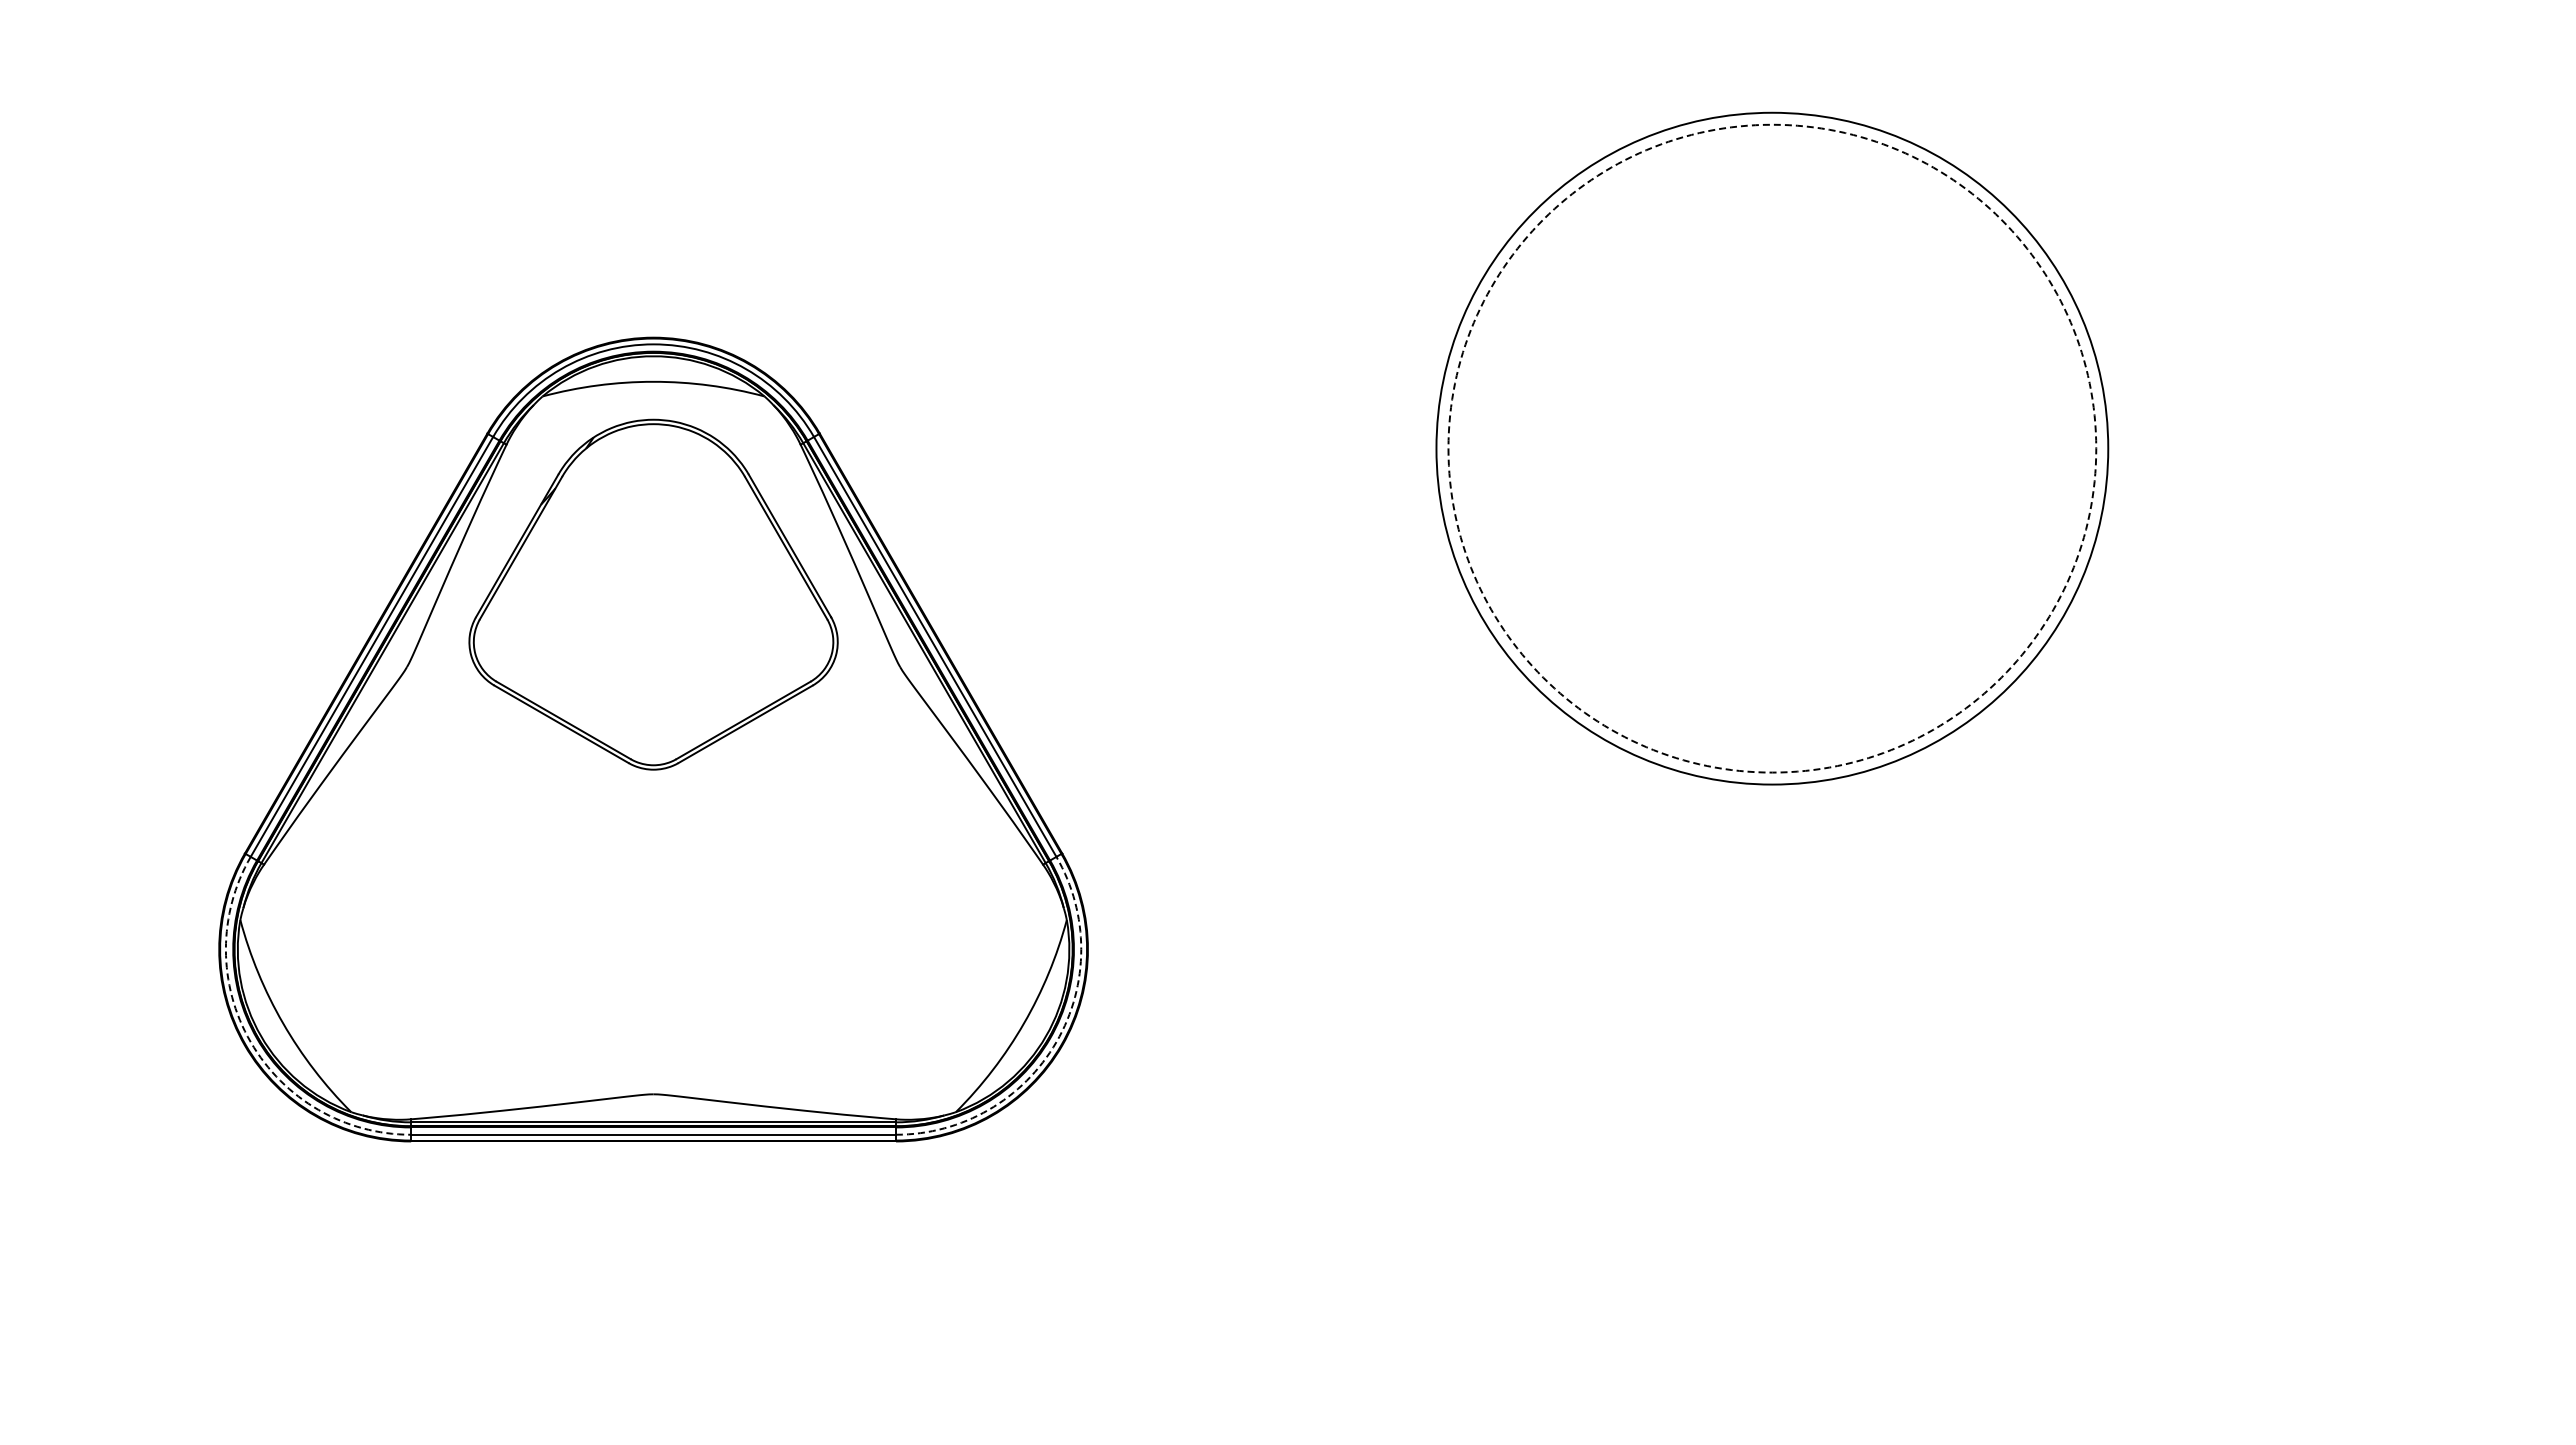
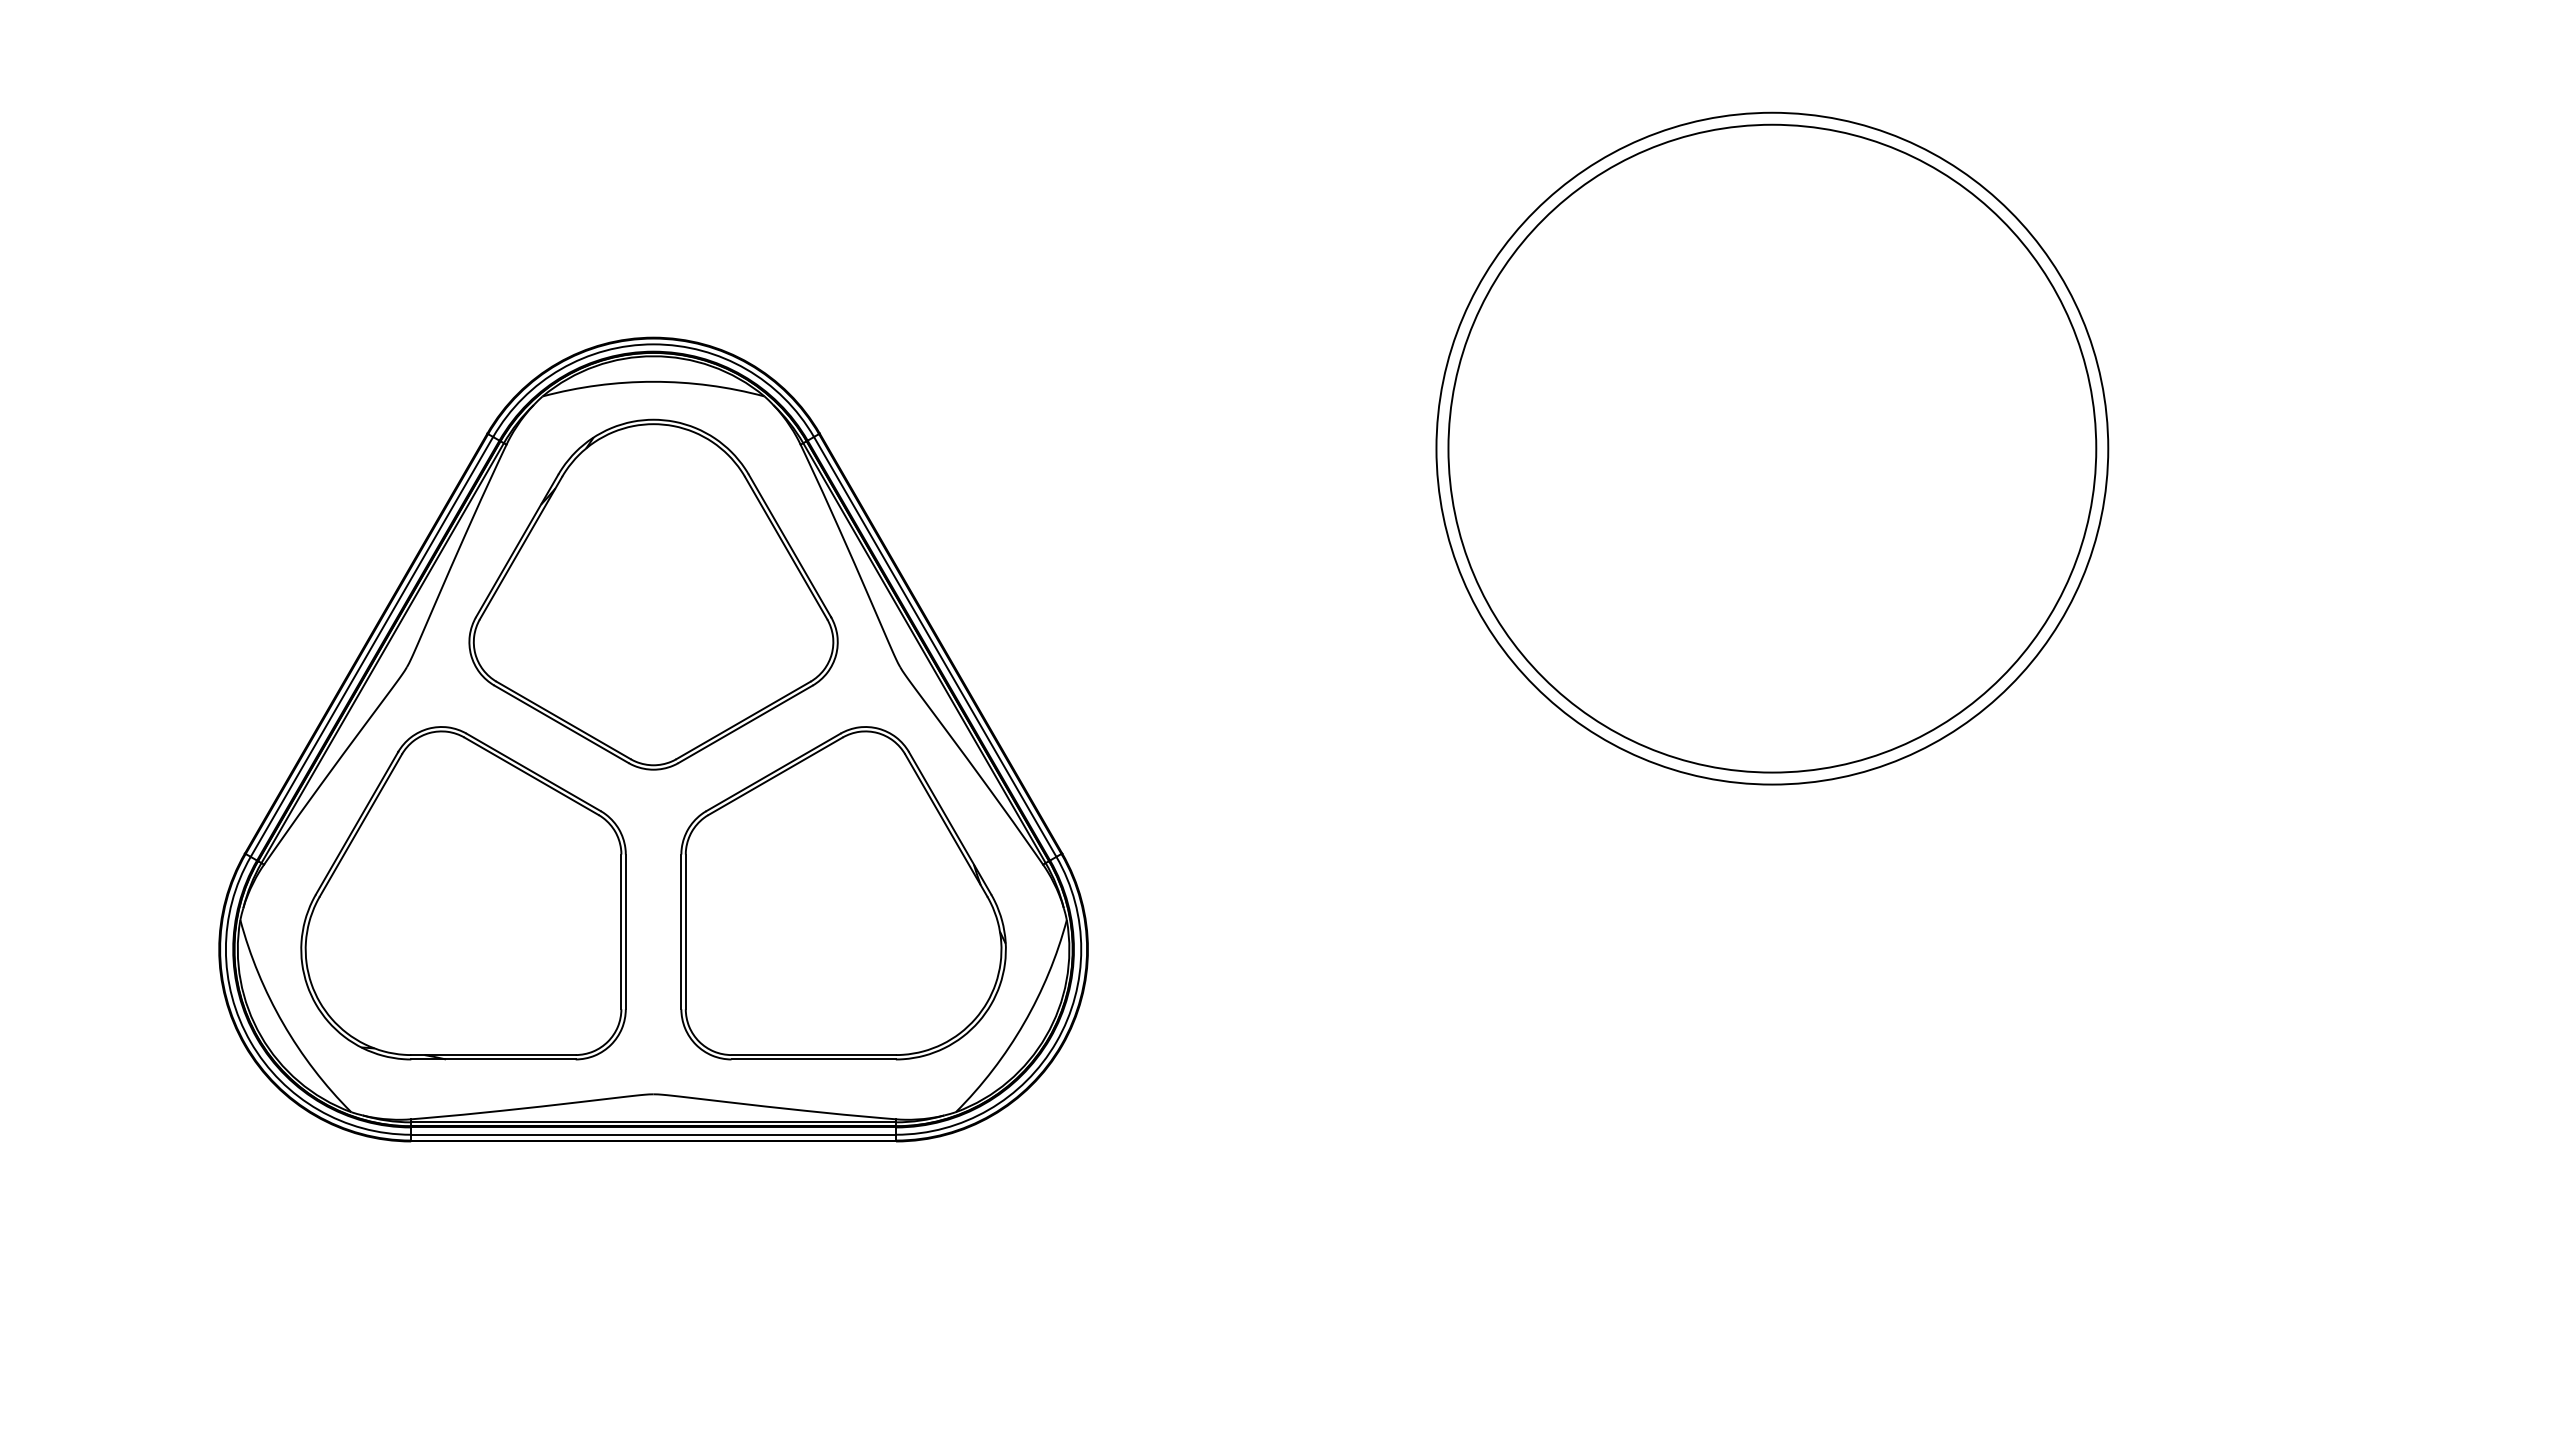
circle at (1772, 448): dashed -> solid
part at (463, 893): none -> present
part at (843, 893): none -> present
arc at (250, 1042): dashed -> solid
arc at (1056, 1042): dashed -> solid
